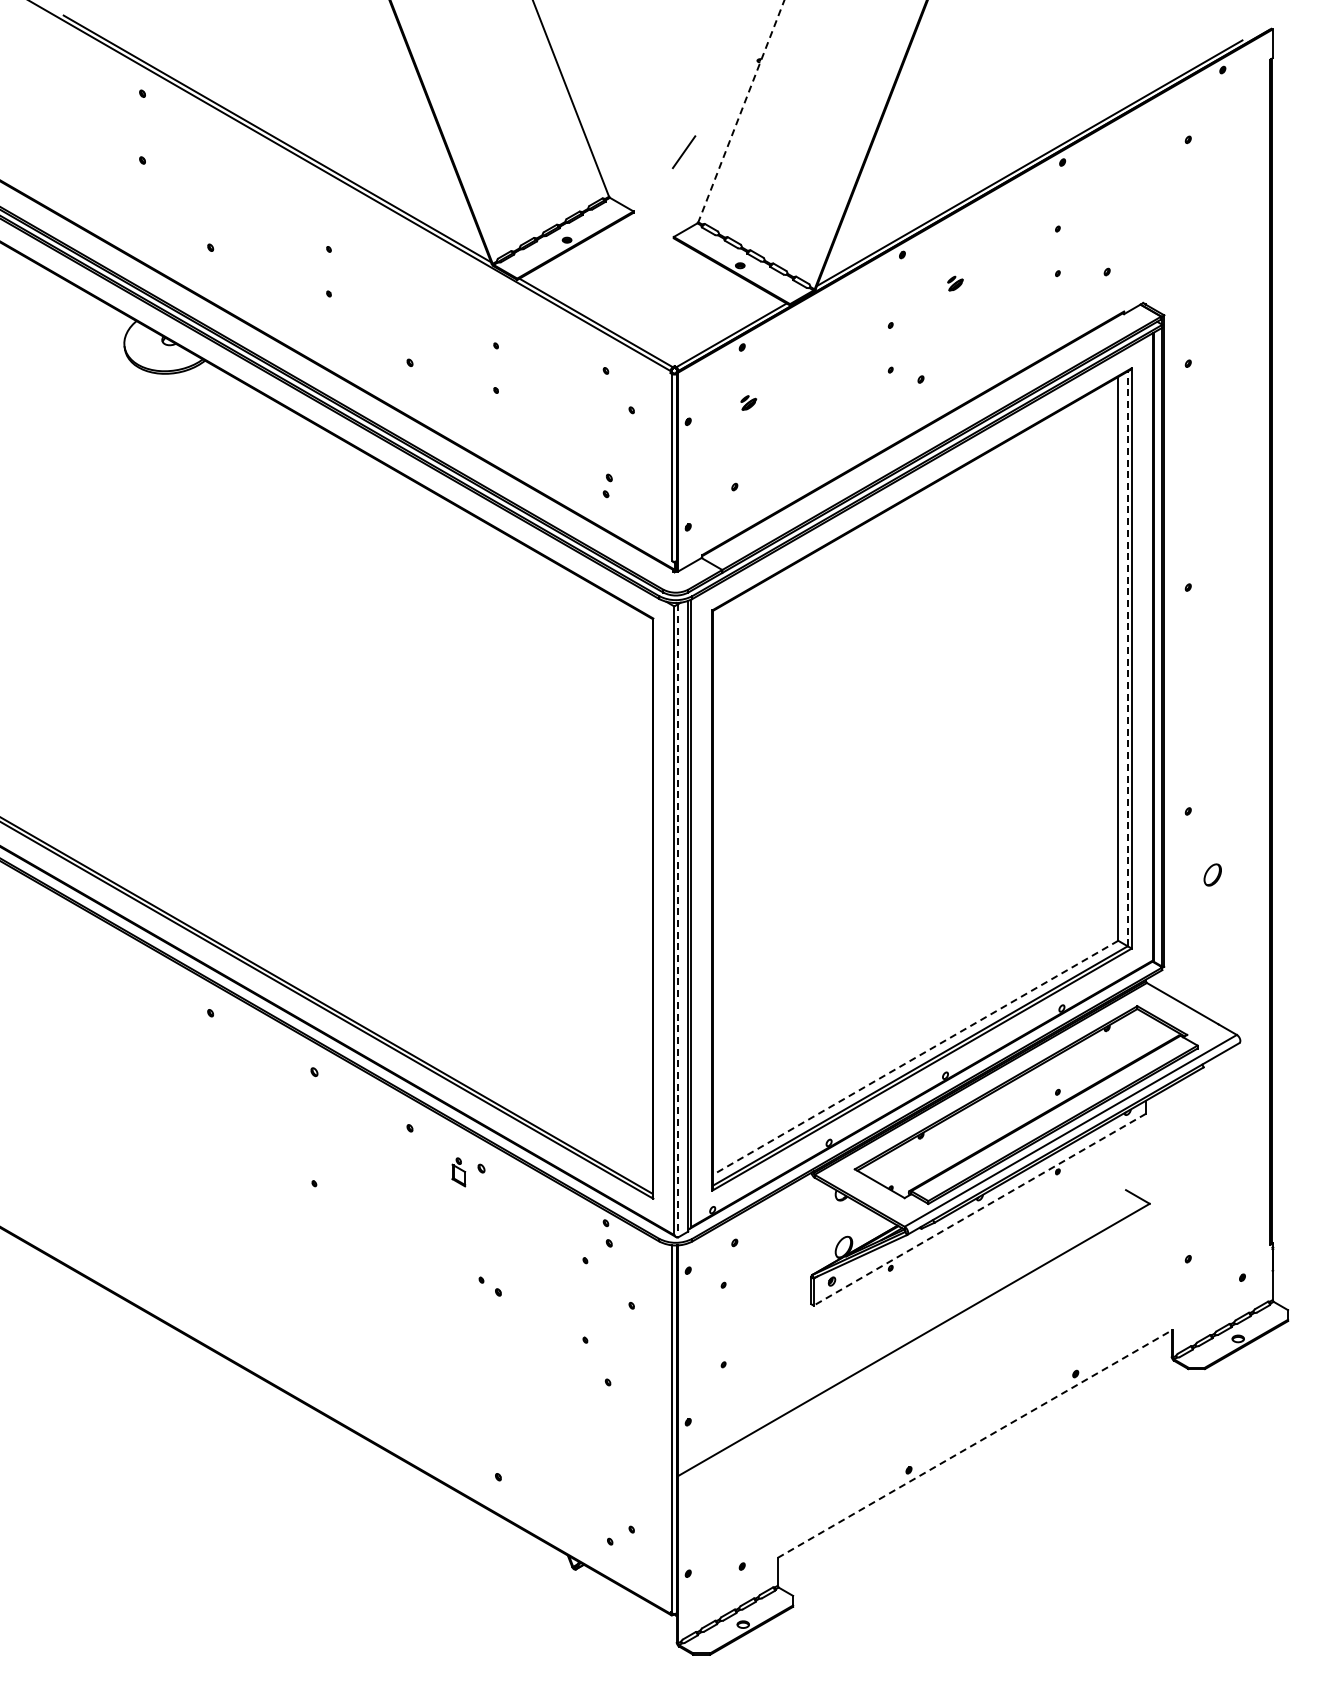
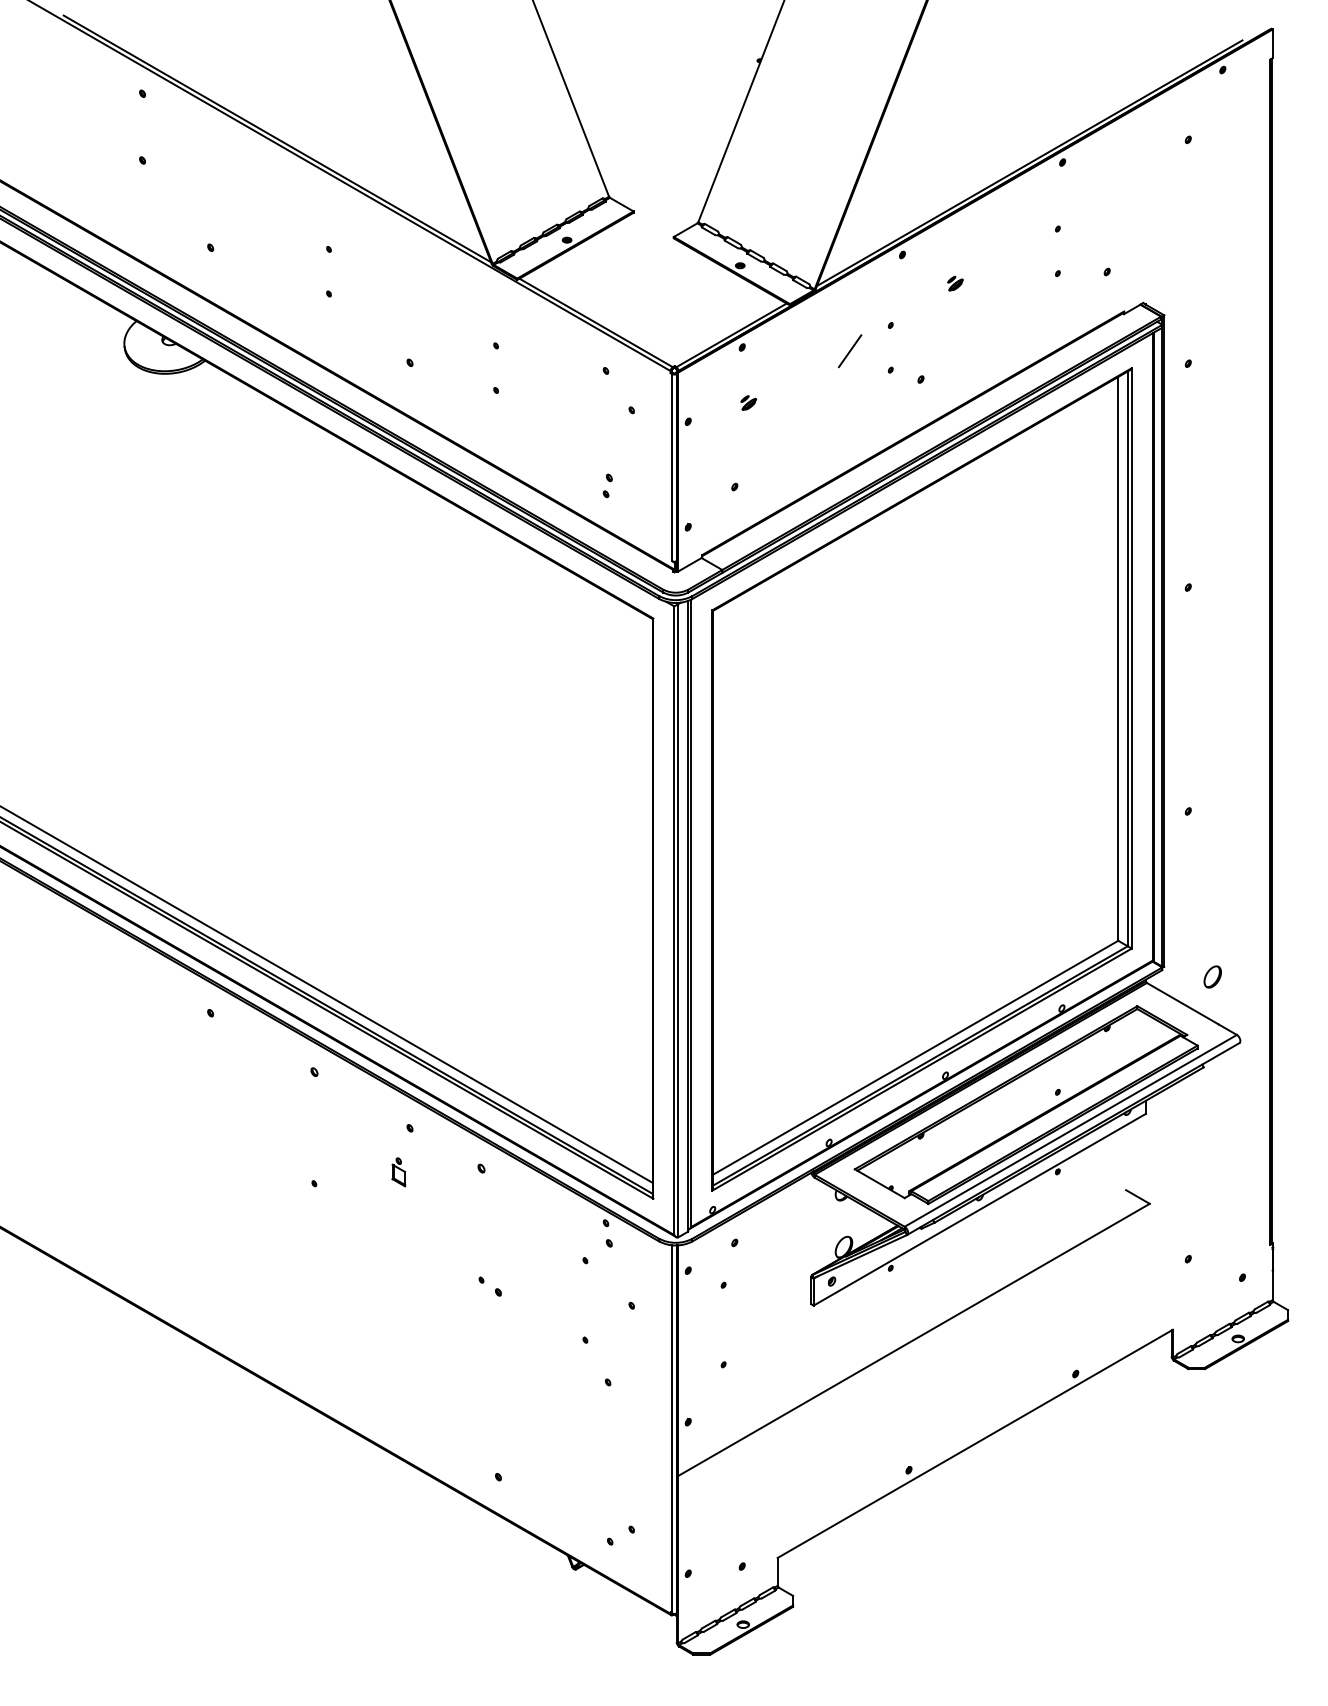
line at (741, 111): dashed -> solid
line at (683, 152) position: (683, 152) -> (849, 351)
line at (1127, 658): dashed -> solid
part at (1212, 874) position: (1212, 874) -> (1212, 976)
line at (678, 920): dashed -> solid
line at (327, 994): none -> present
line at (915, 1057): dashed -> solid
part at (458, 1172) position: (458, 1172) -> (398, 1172)
line at (979, 1209): dashed -> solid
line at (975, 1443): dashed -> solid
